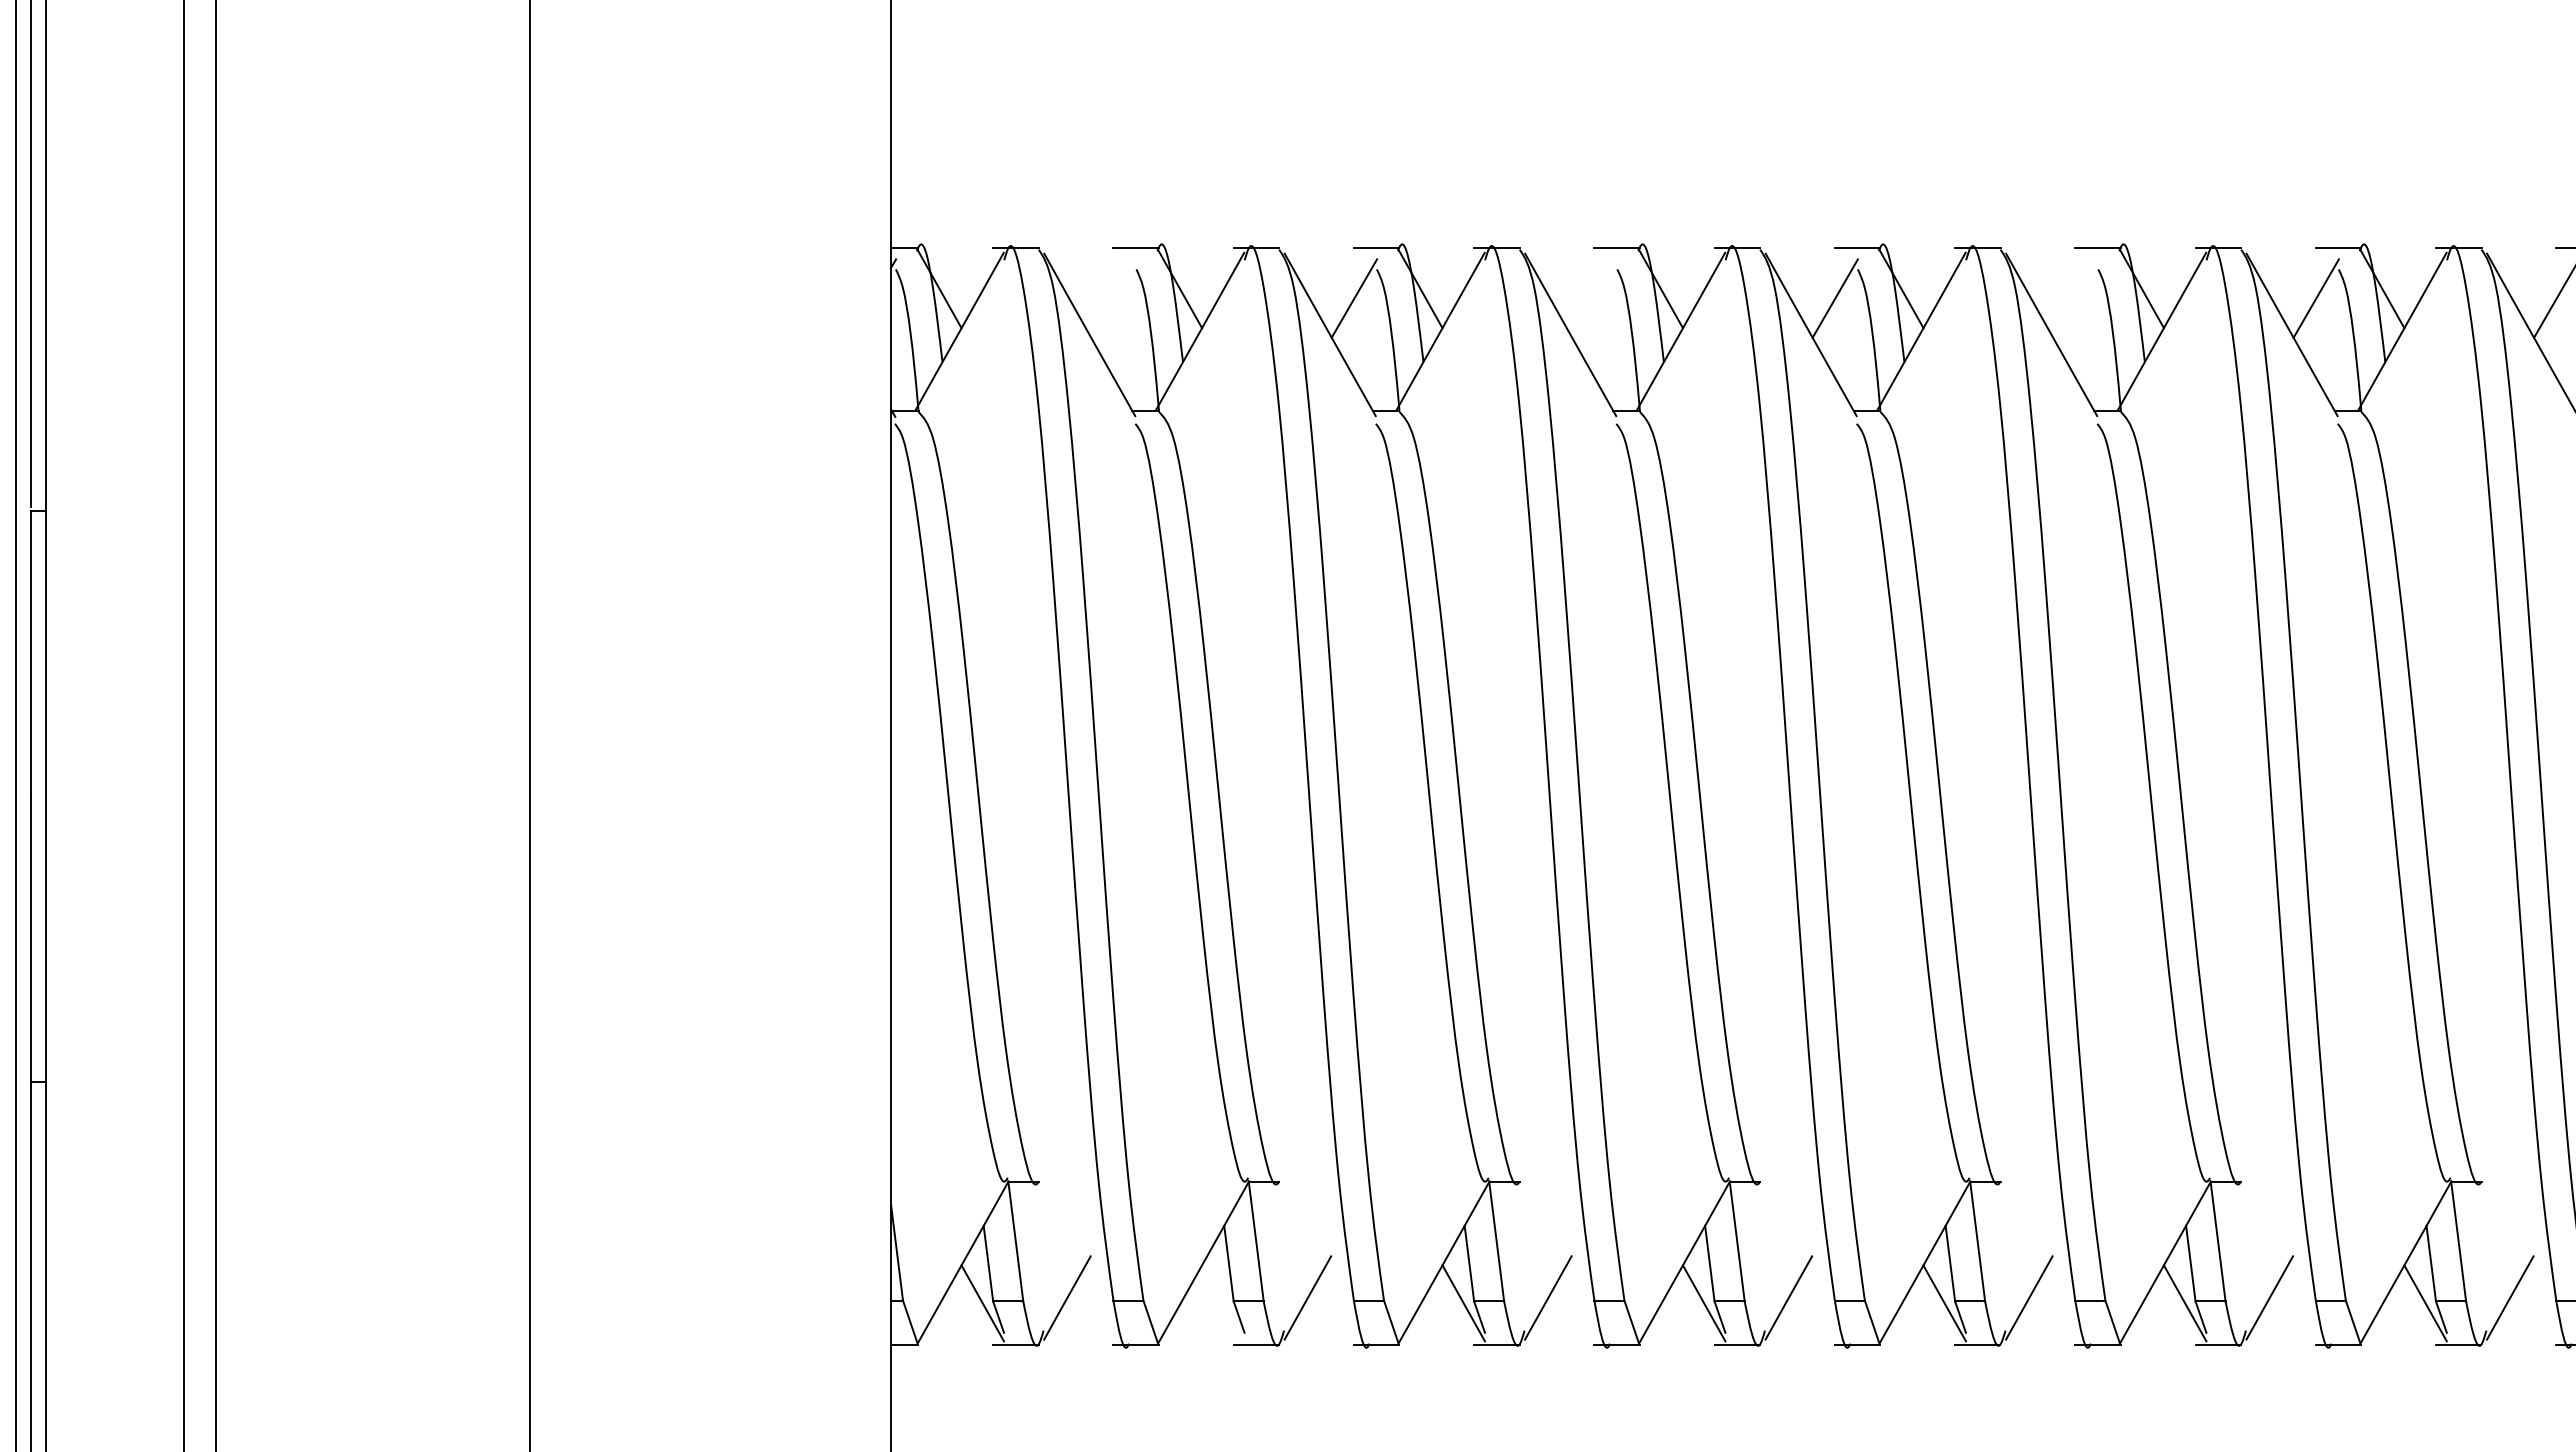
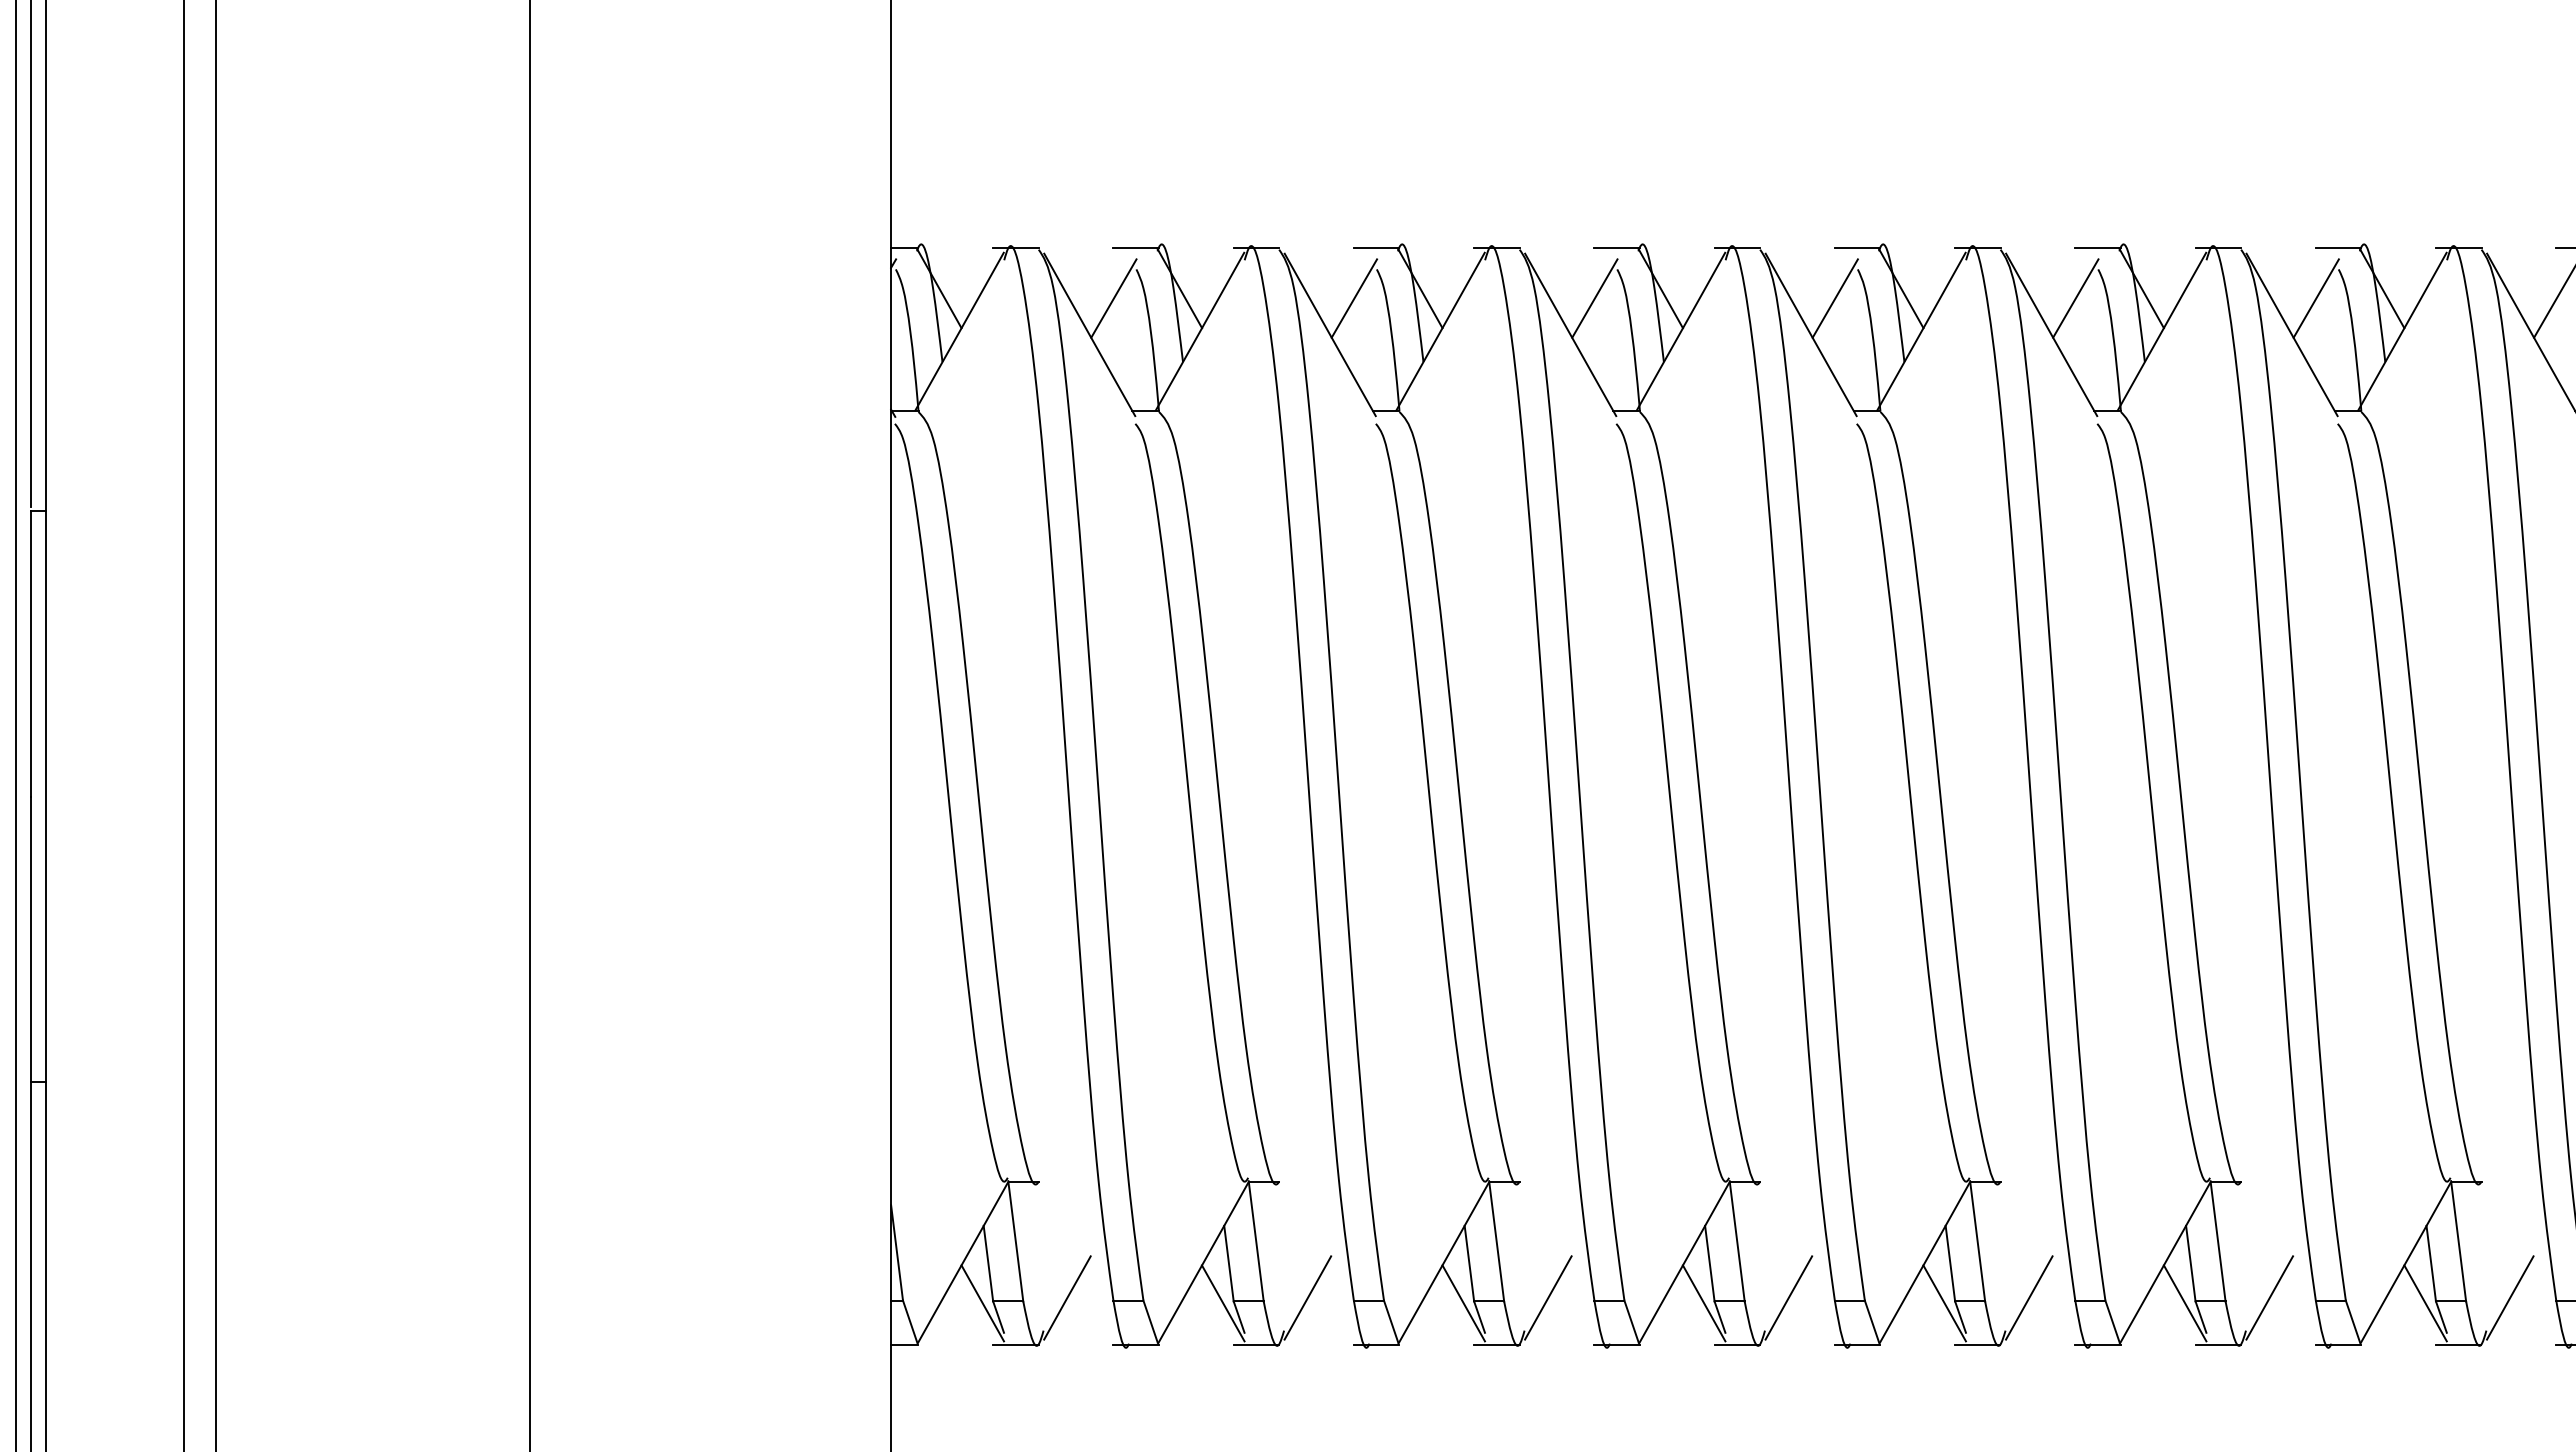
line at (1113, 298): none -> present
line at (1594, 298): none -> present
line at (2075, 298): none -> present
line at (1222, 1303): none -> present
